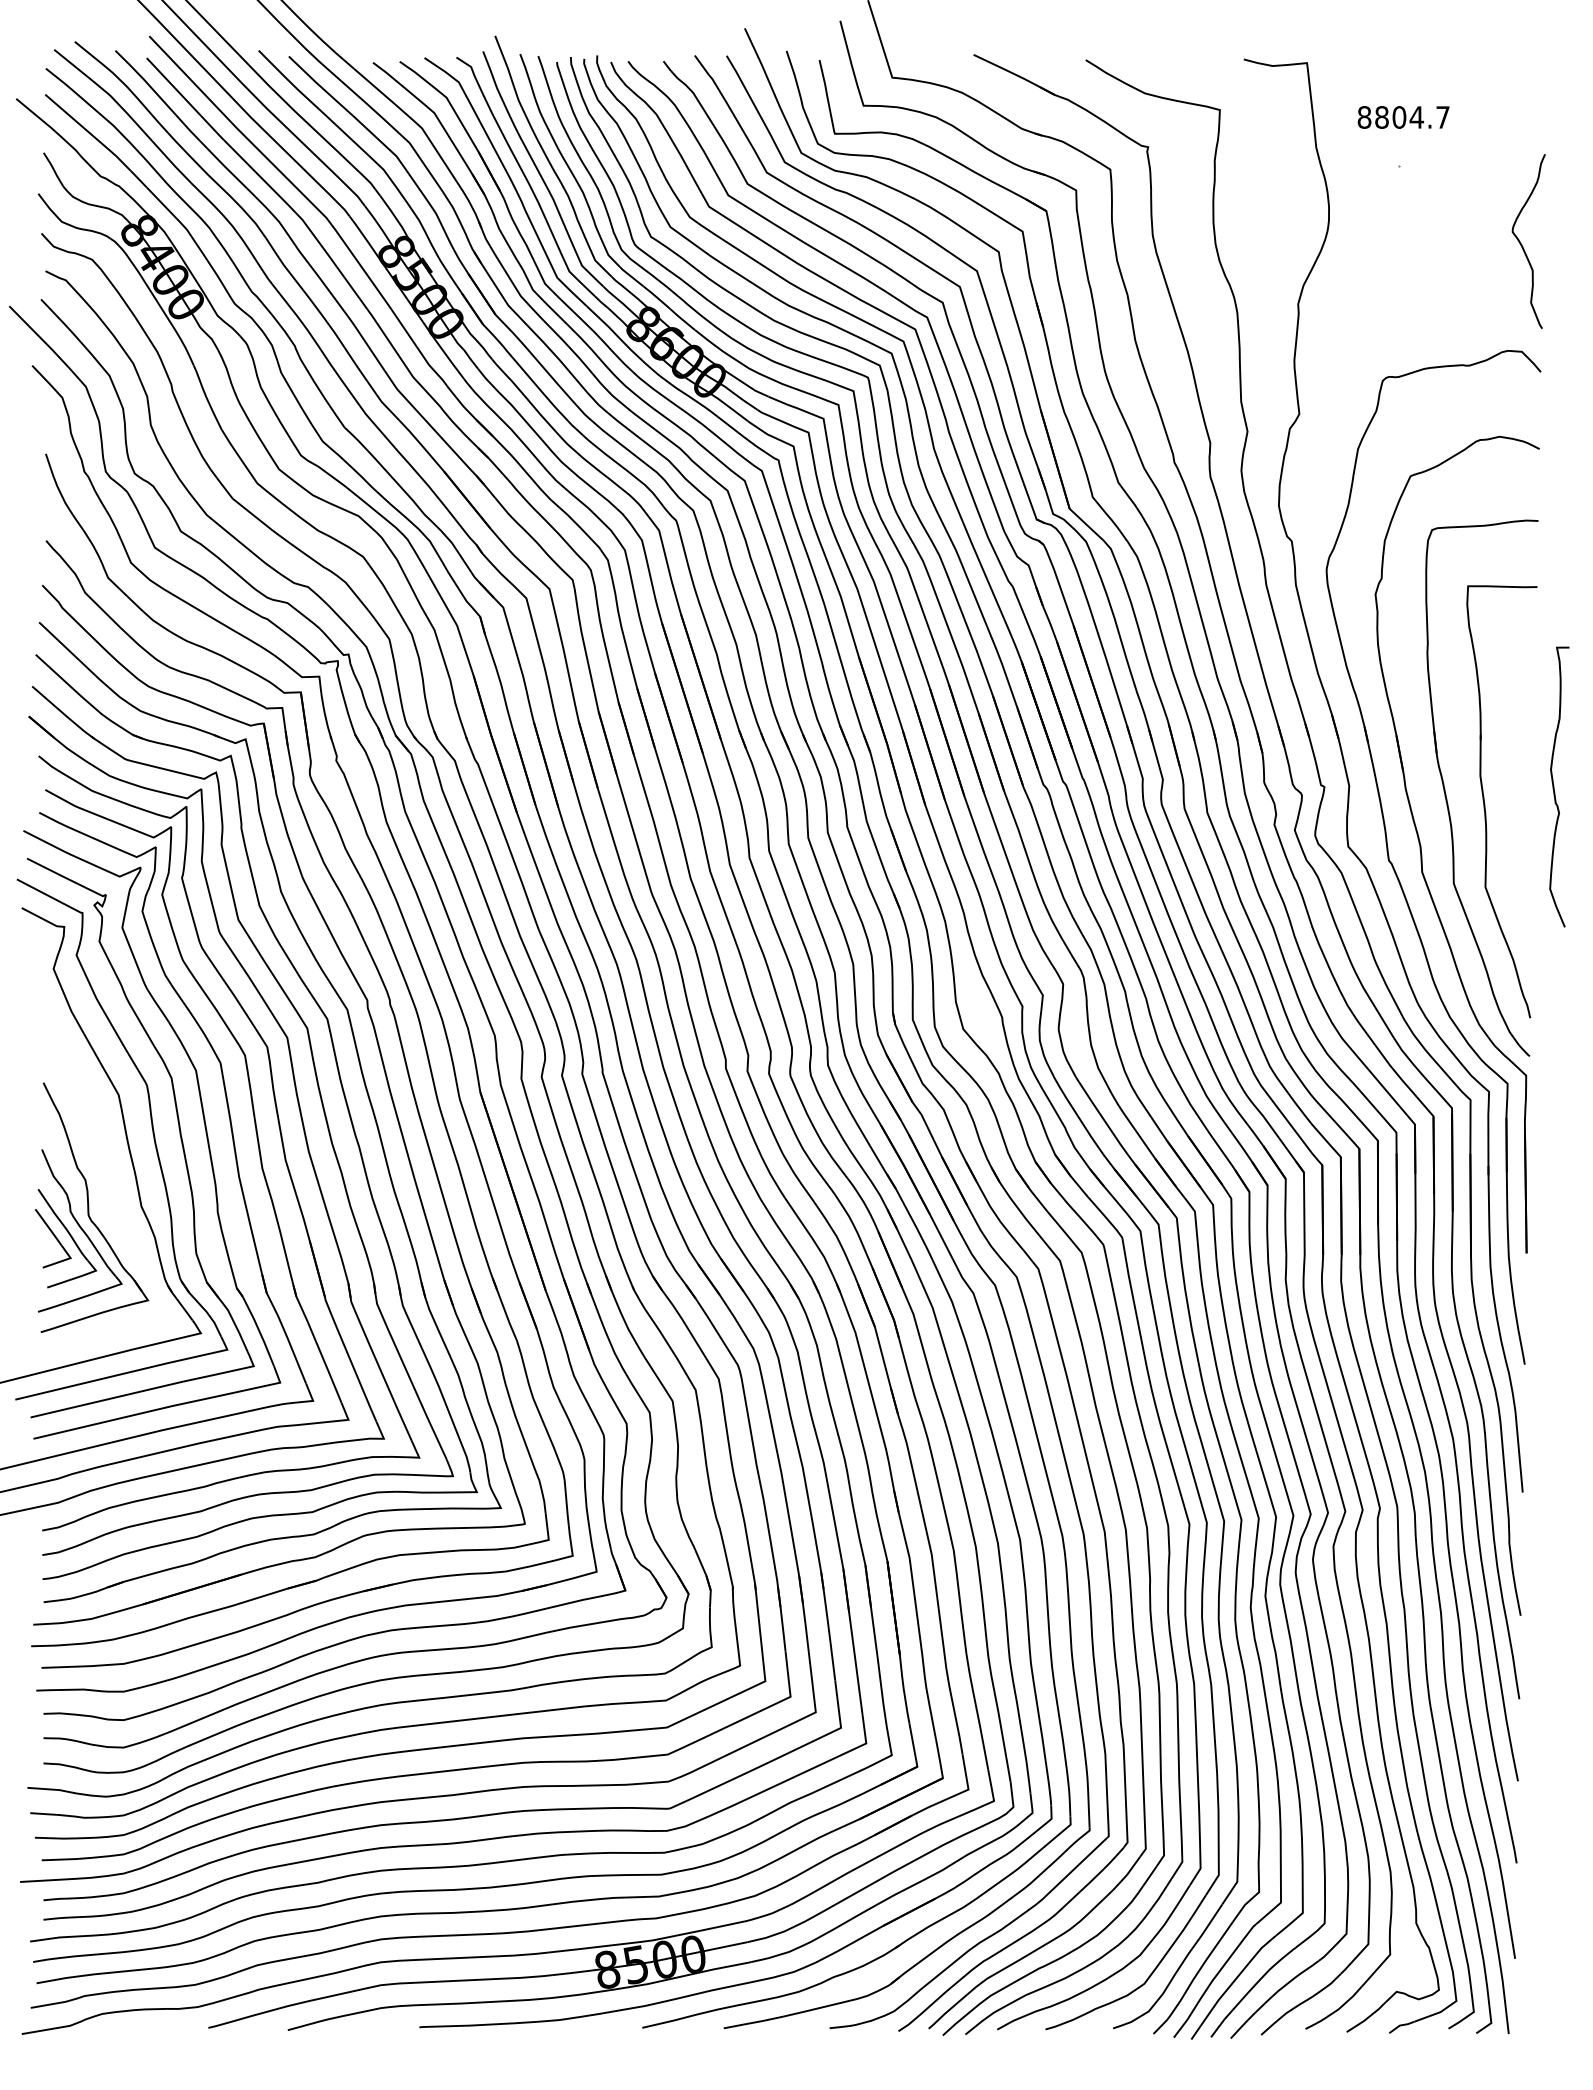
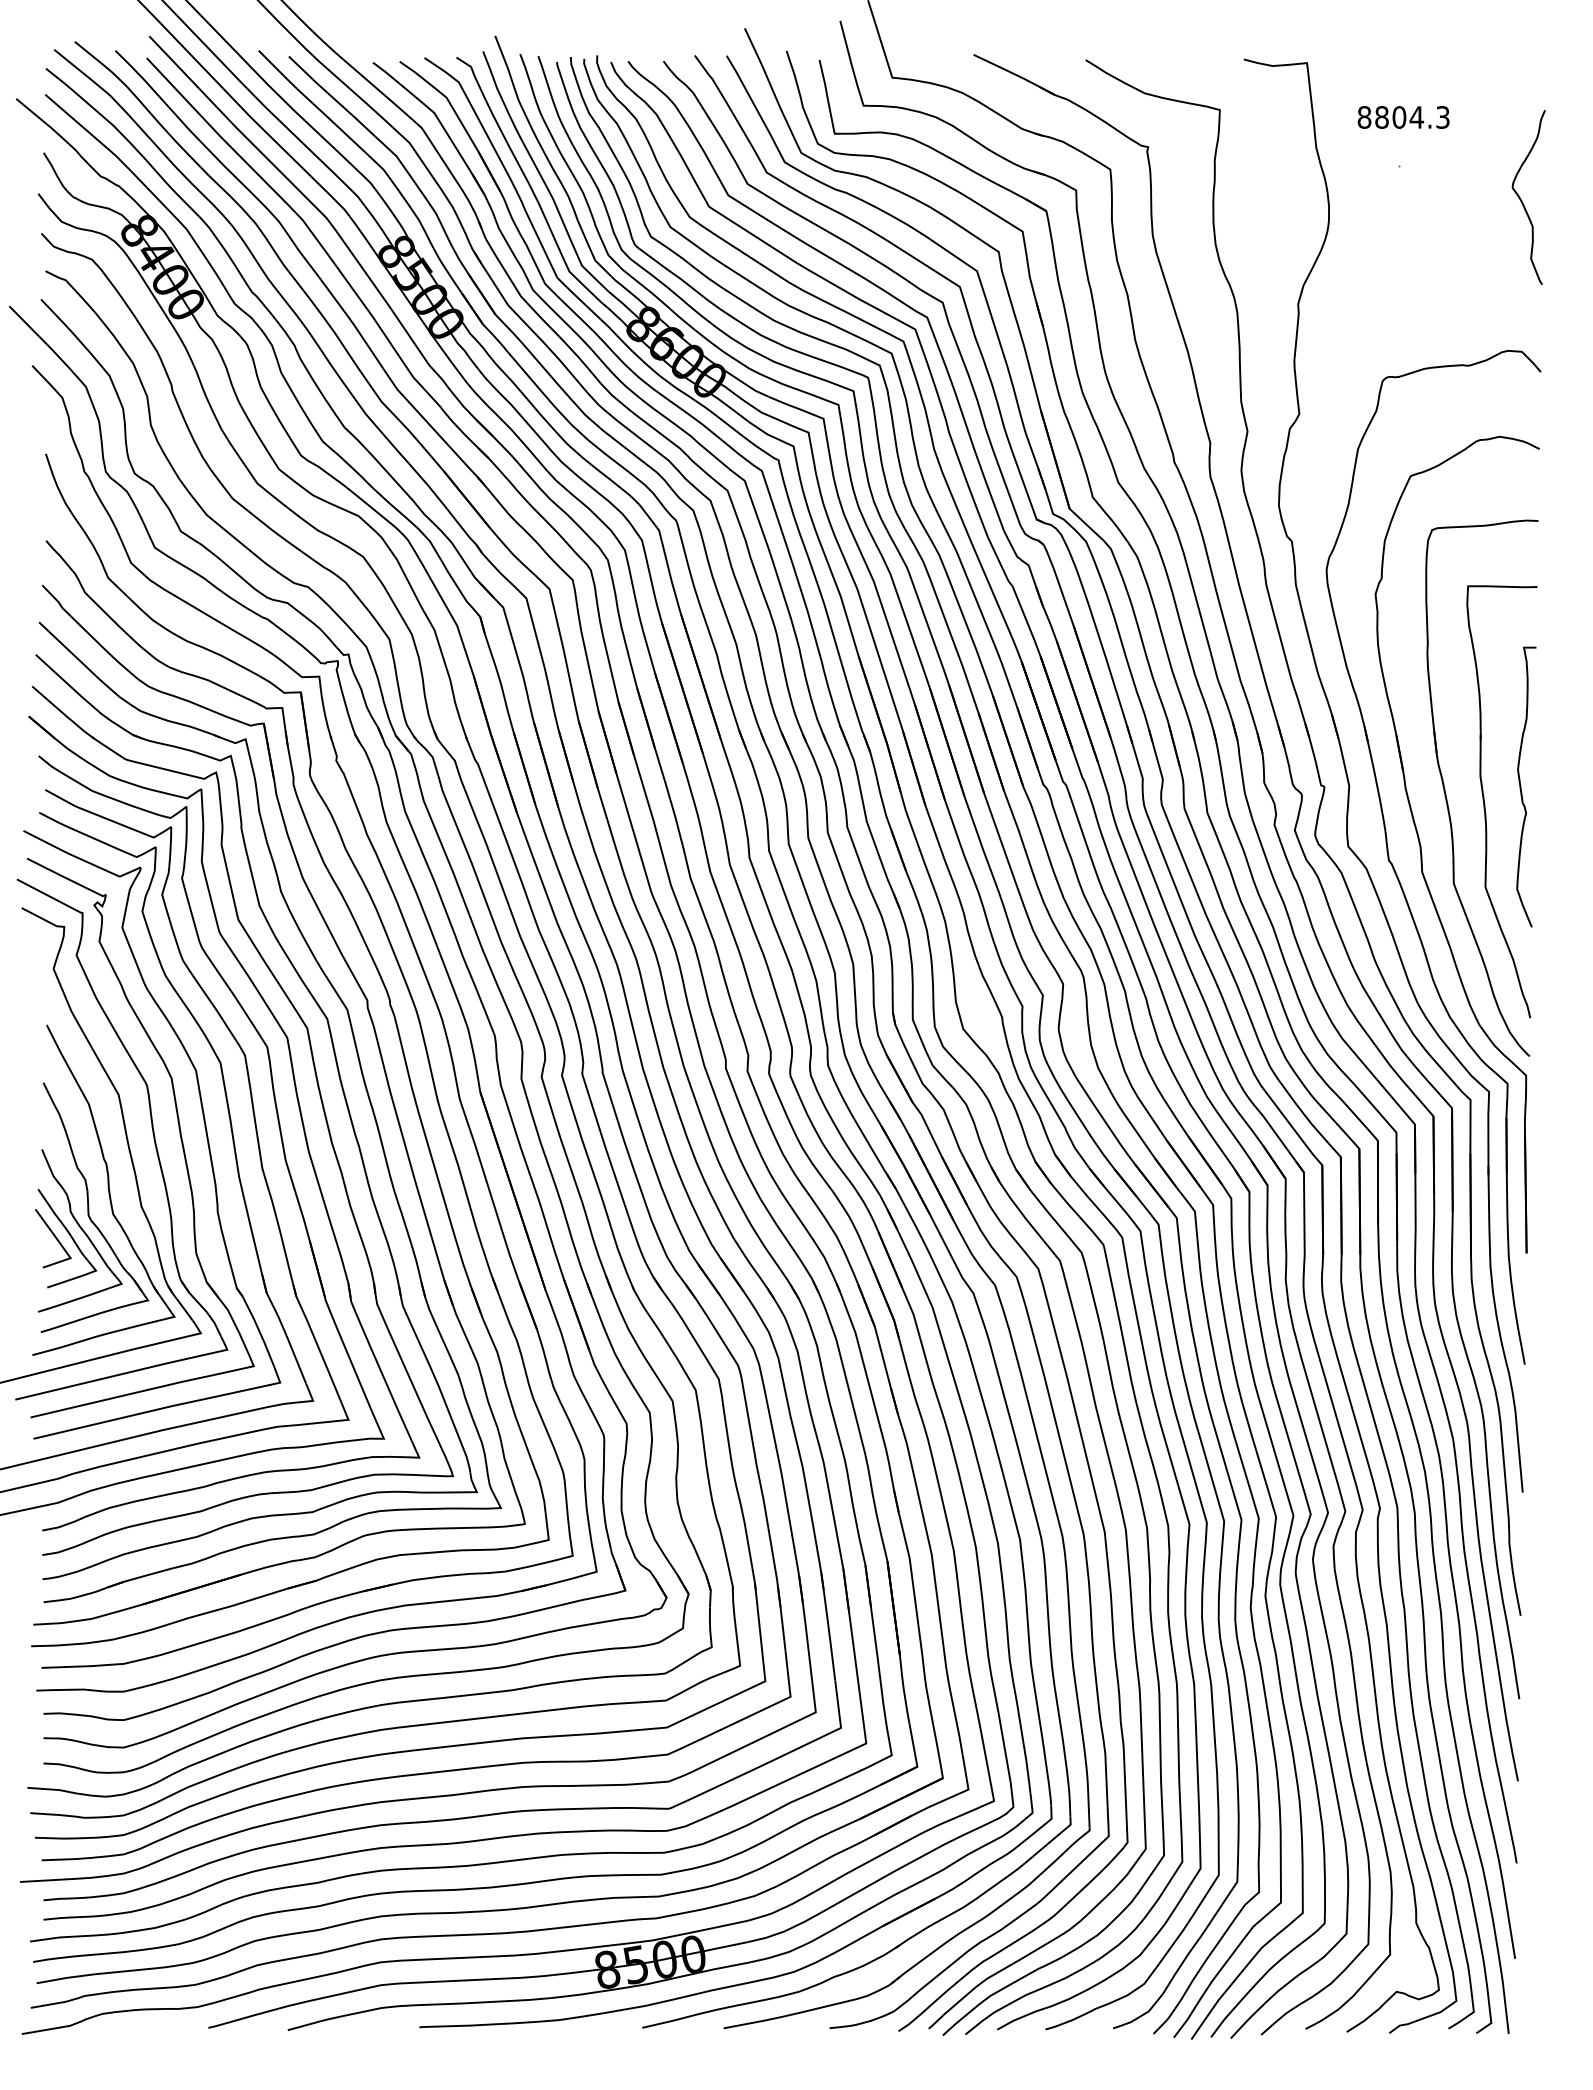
text at (1442, 117): 8804.7 -> 8804.3
curve at (1522, 244) position: (1522, 244) -> (1522, 200)
curve at (1554, 786) position: (1554, 786) -> (1521, 786)
part at (103, 1189): none -> present
